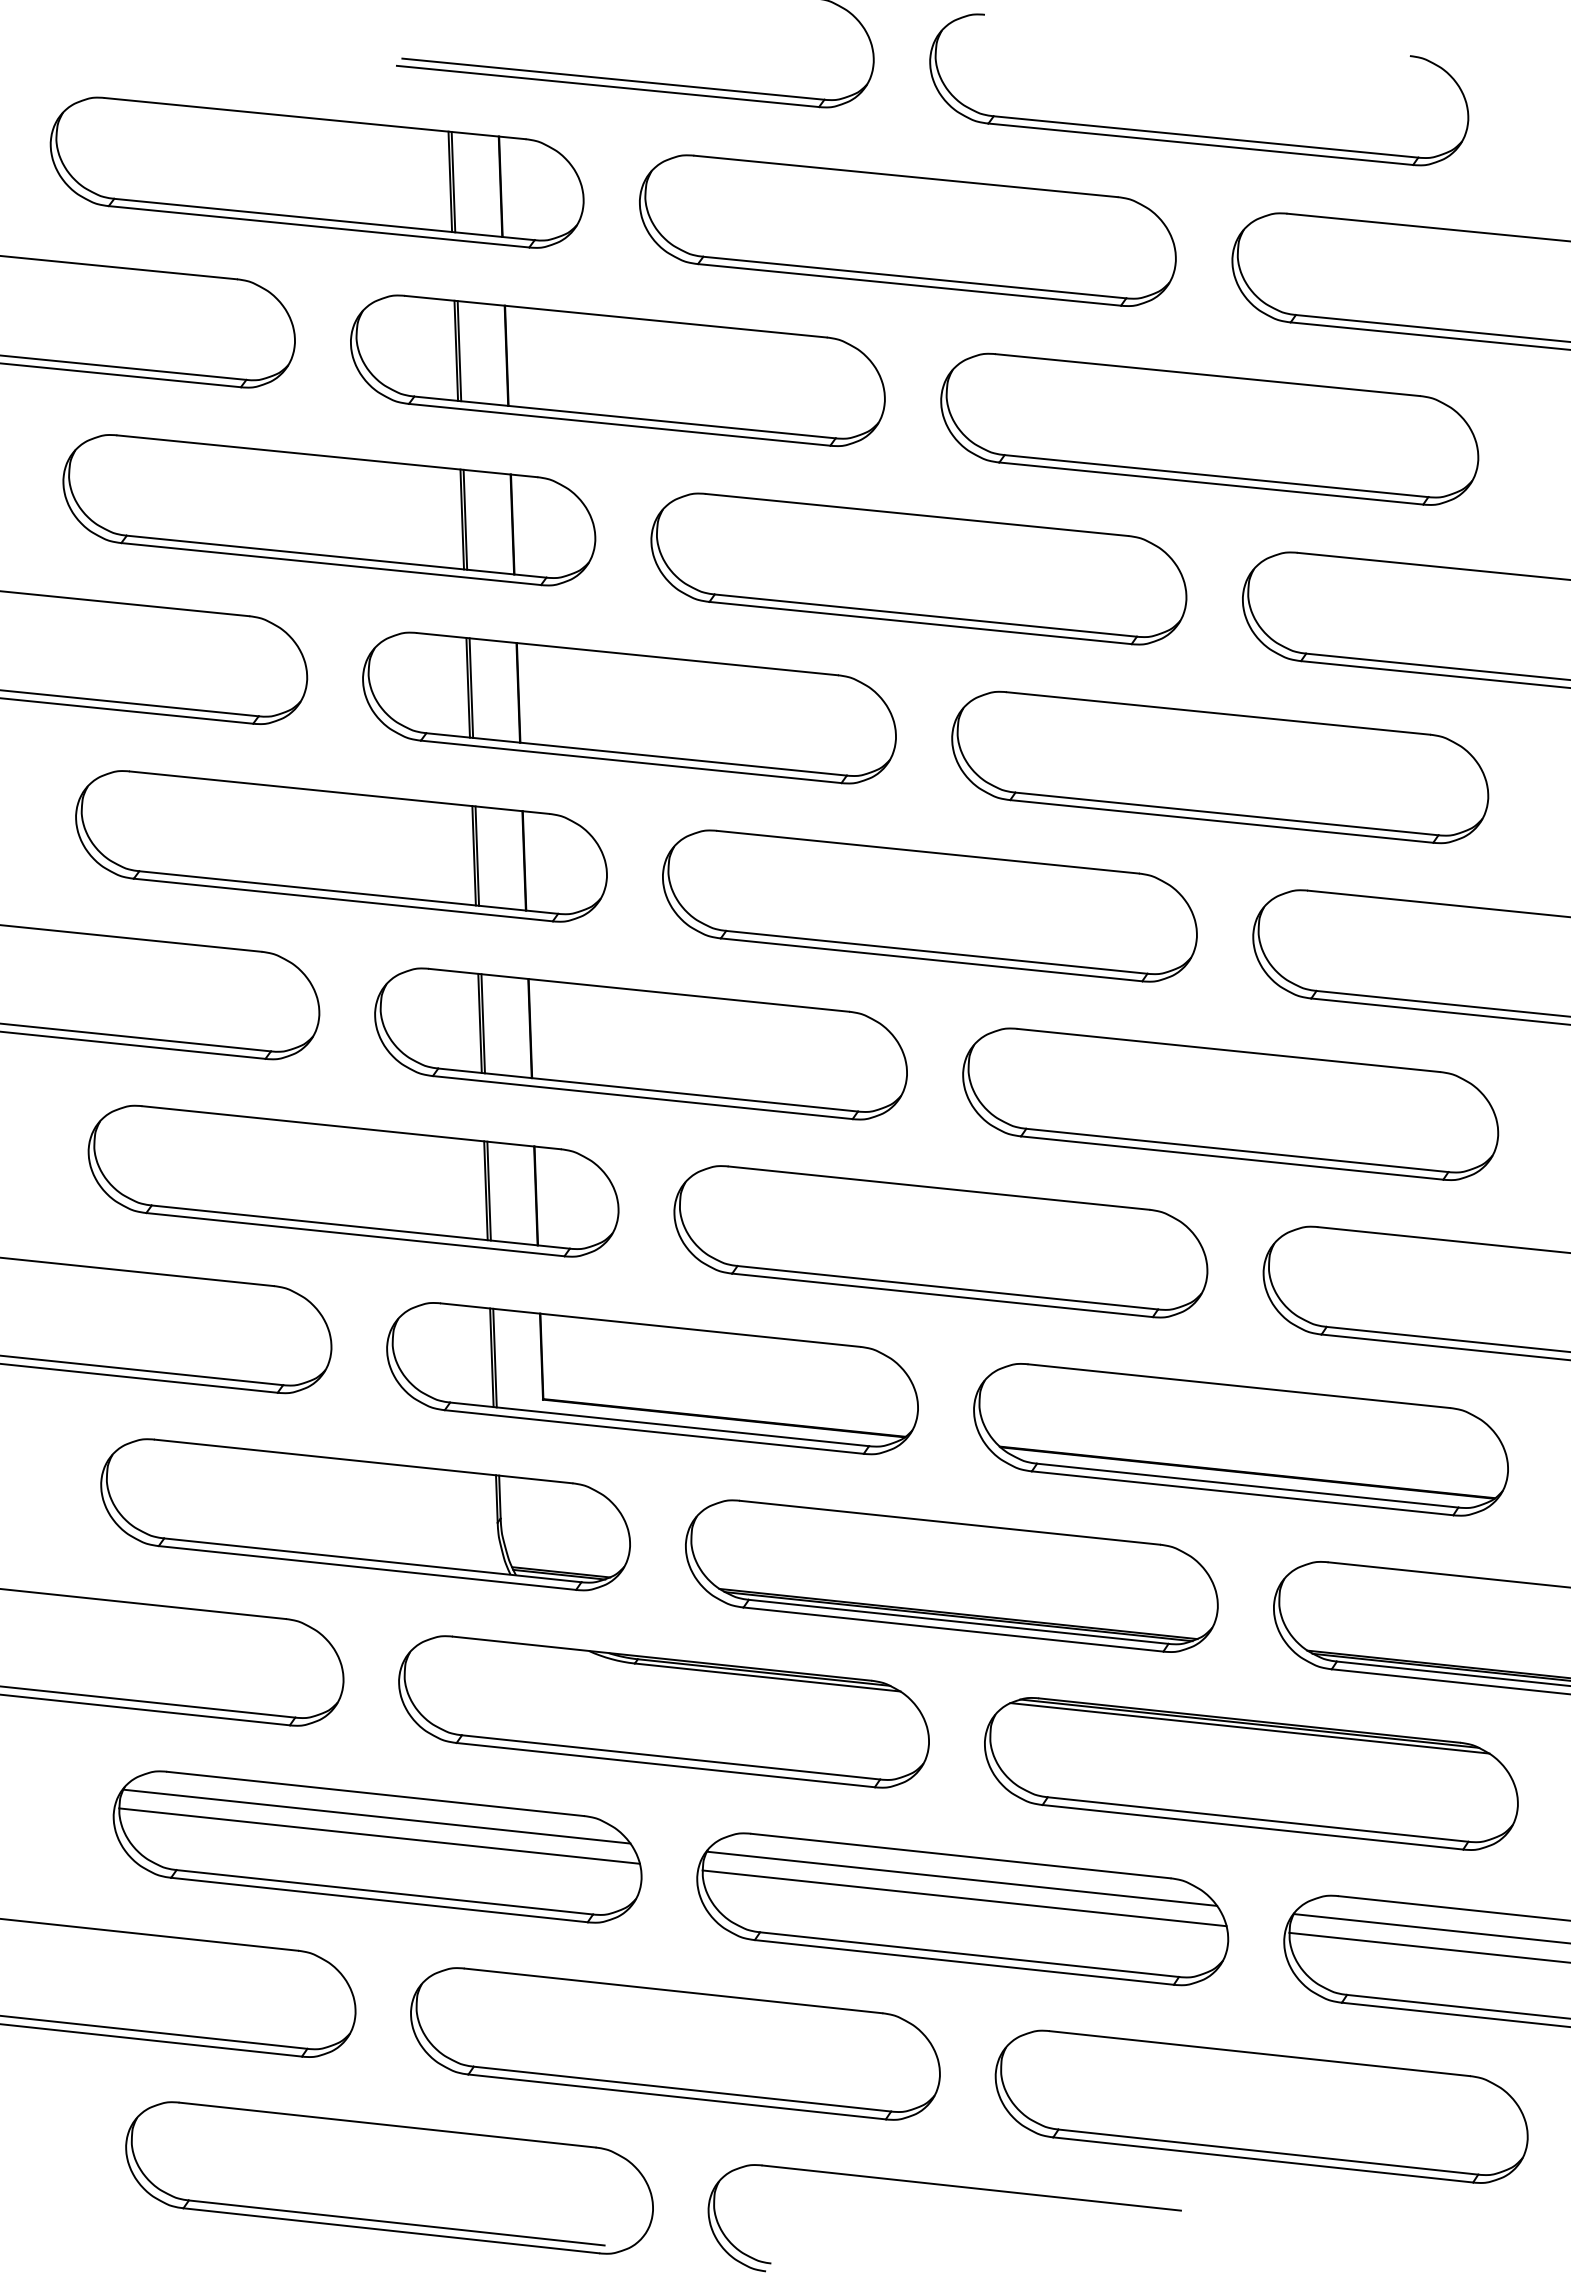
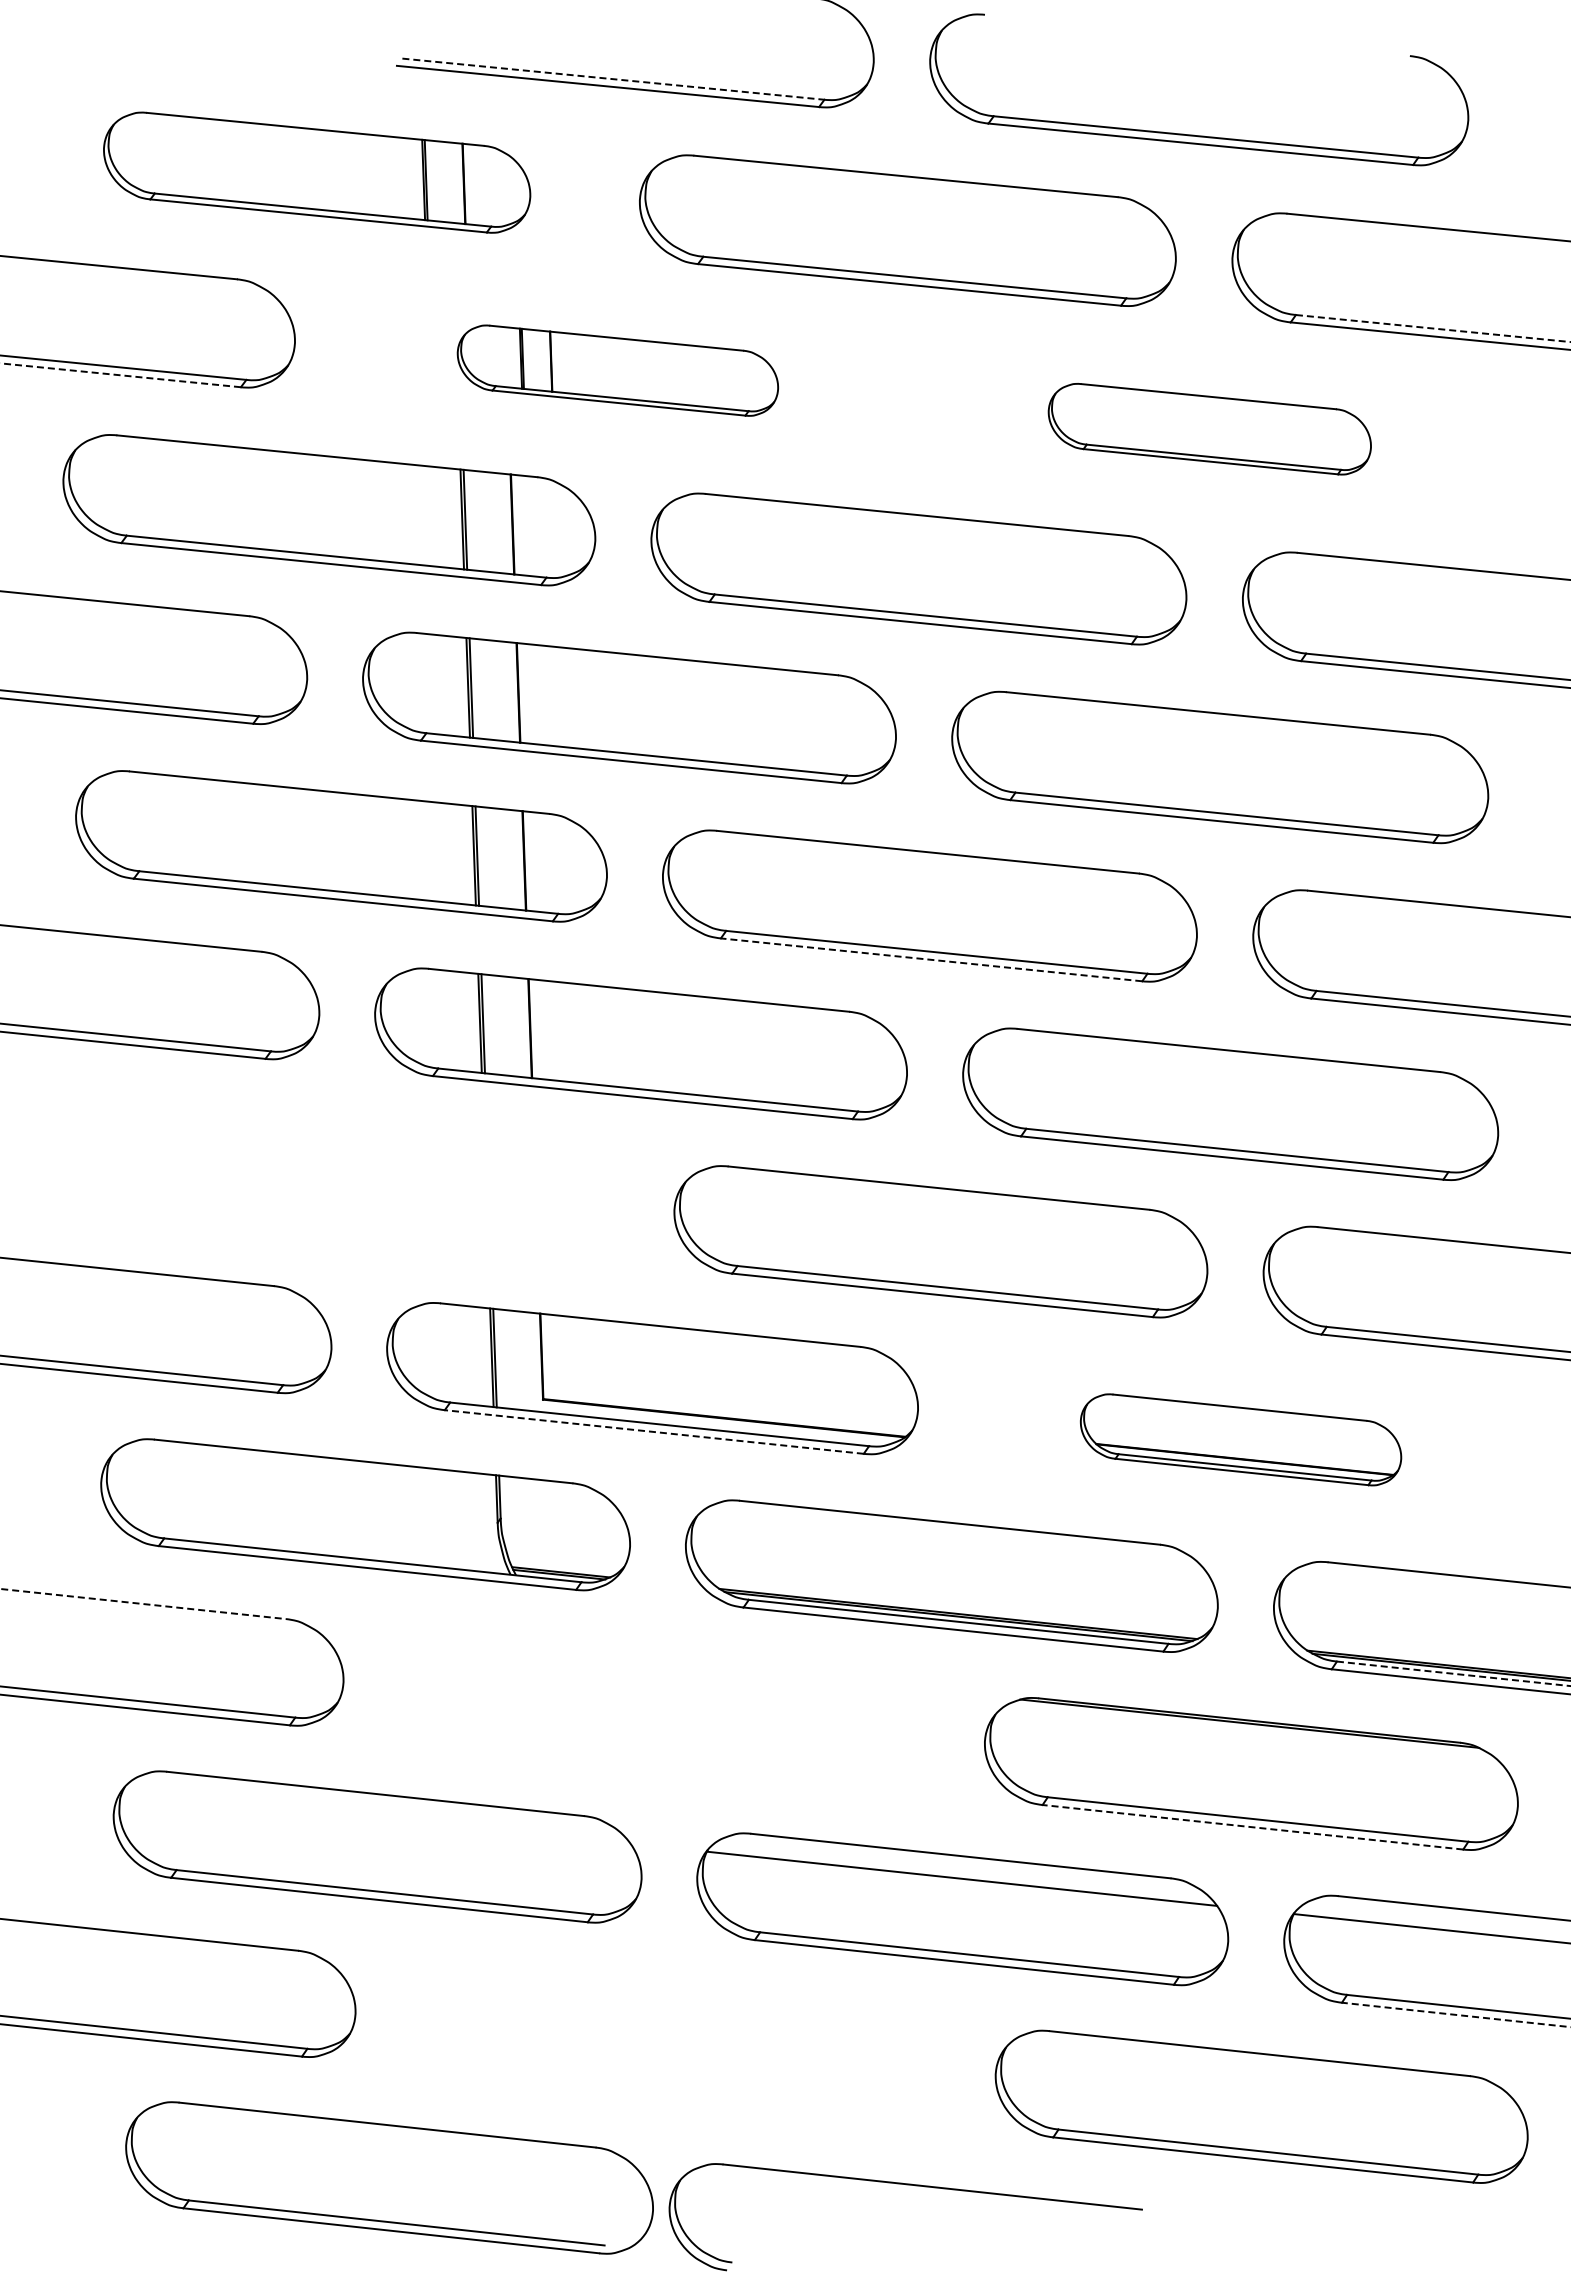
line at (613, 79): solid -> dashed
part at (316, 172) size: 536x153 px -> 429x123 px
line at (1433, 328): solid -> dashed
part at (617, 370) size: 536x153 px -> 323x93 px
line at (120, 375): solid -> dashed
part at (1209, 428) size: 540x154 px -> 325x93 px
line at (931, 959): solid -> dashed
part at (353, 1180): present -> none
line at (654, 1432): solid -> dashed
part at (1240, 1439) size: 536x154 px -> 324x94 px
line at (143, 1603): solid -> dashed
line at (1454, 1673): solid -> dashed
part at (663, 1711): present -> none
line at (1249, 1728): present -> none
line at (376, 1816): present -> none
line at (1252, 1827): solid -> dashed
line at (379, 1835): present -> none
line at (964, 1898): present -> none
line at (1428, 1947): present -> none
line at (1456, 2014): solid -> dashed
part at (675, 2043): present -> none
part at (945, 2186) position: (945, 2186) -> (906, 2185)
